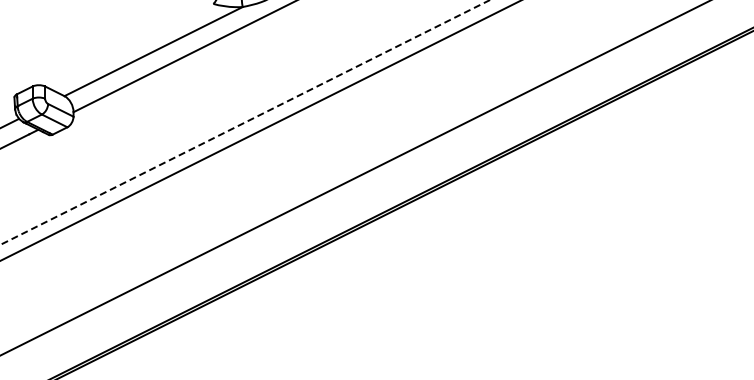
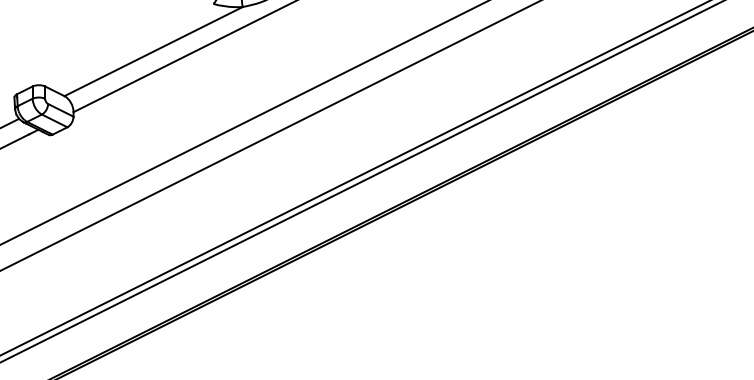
line at (245, 122): dashed -> solid
line at (259, 130) position: (259, 130) -> (269, 135)
line at (361, 181): none -> present
